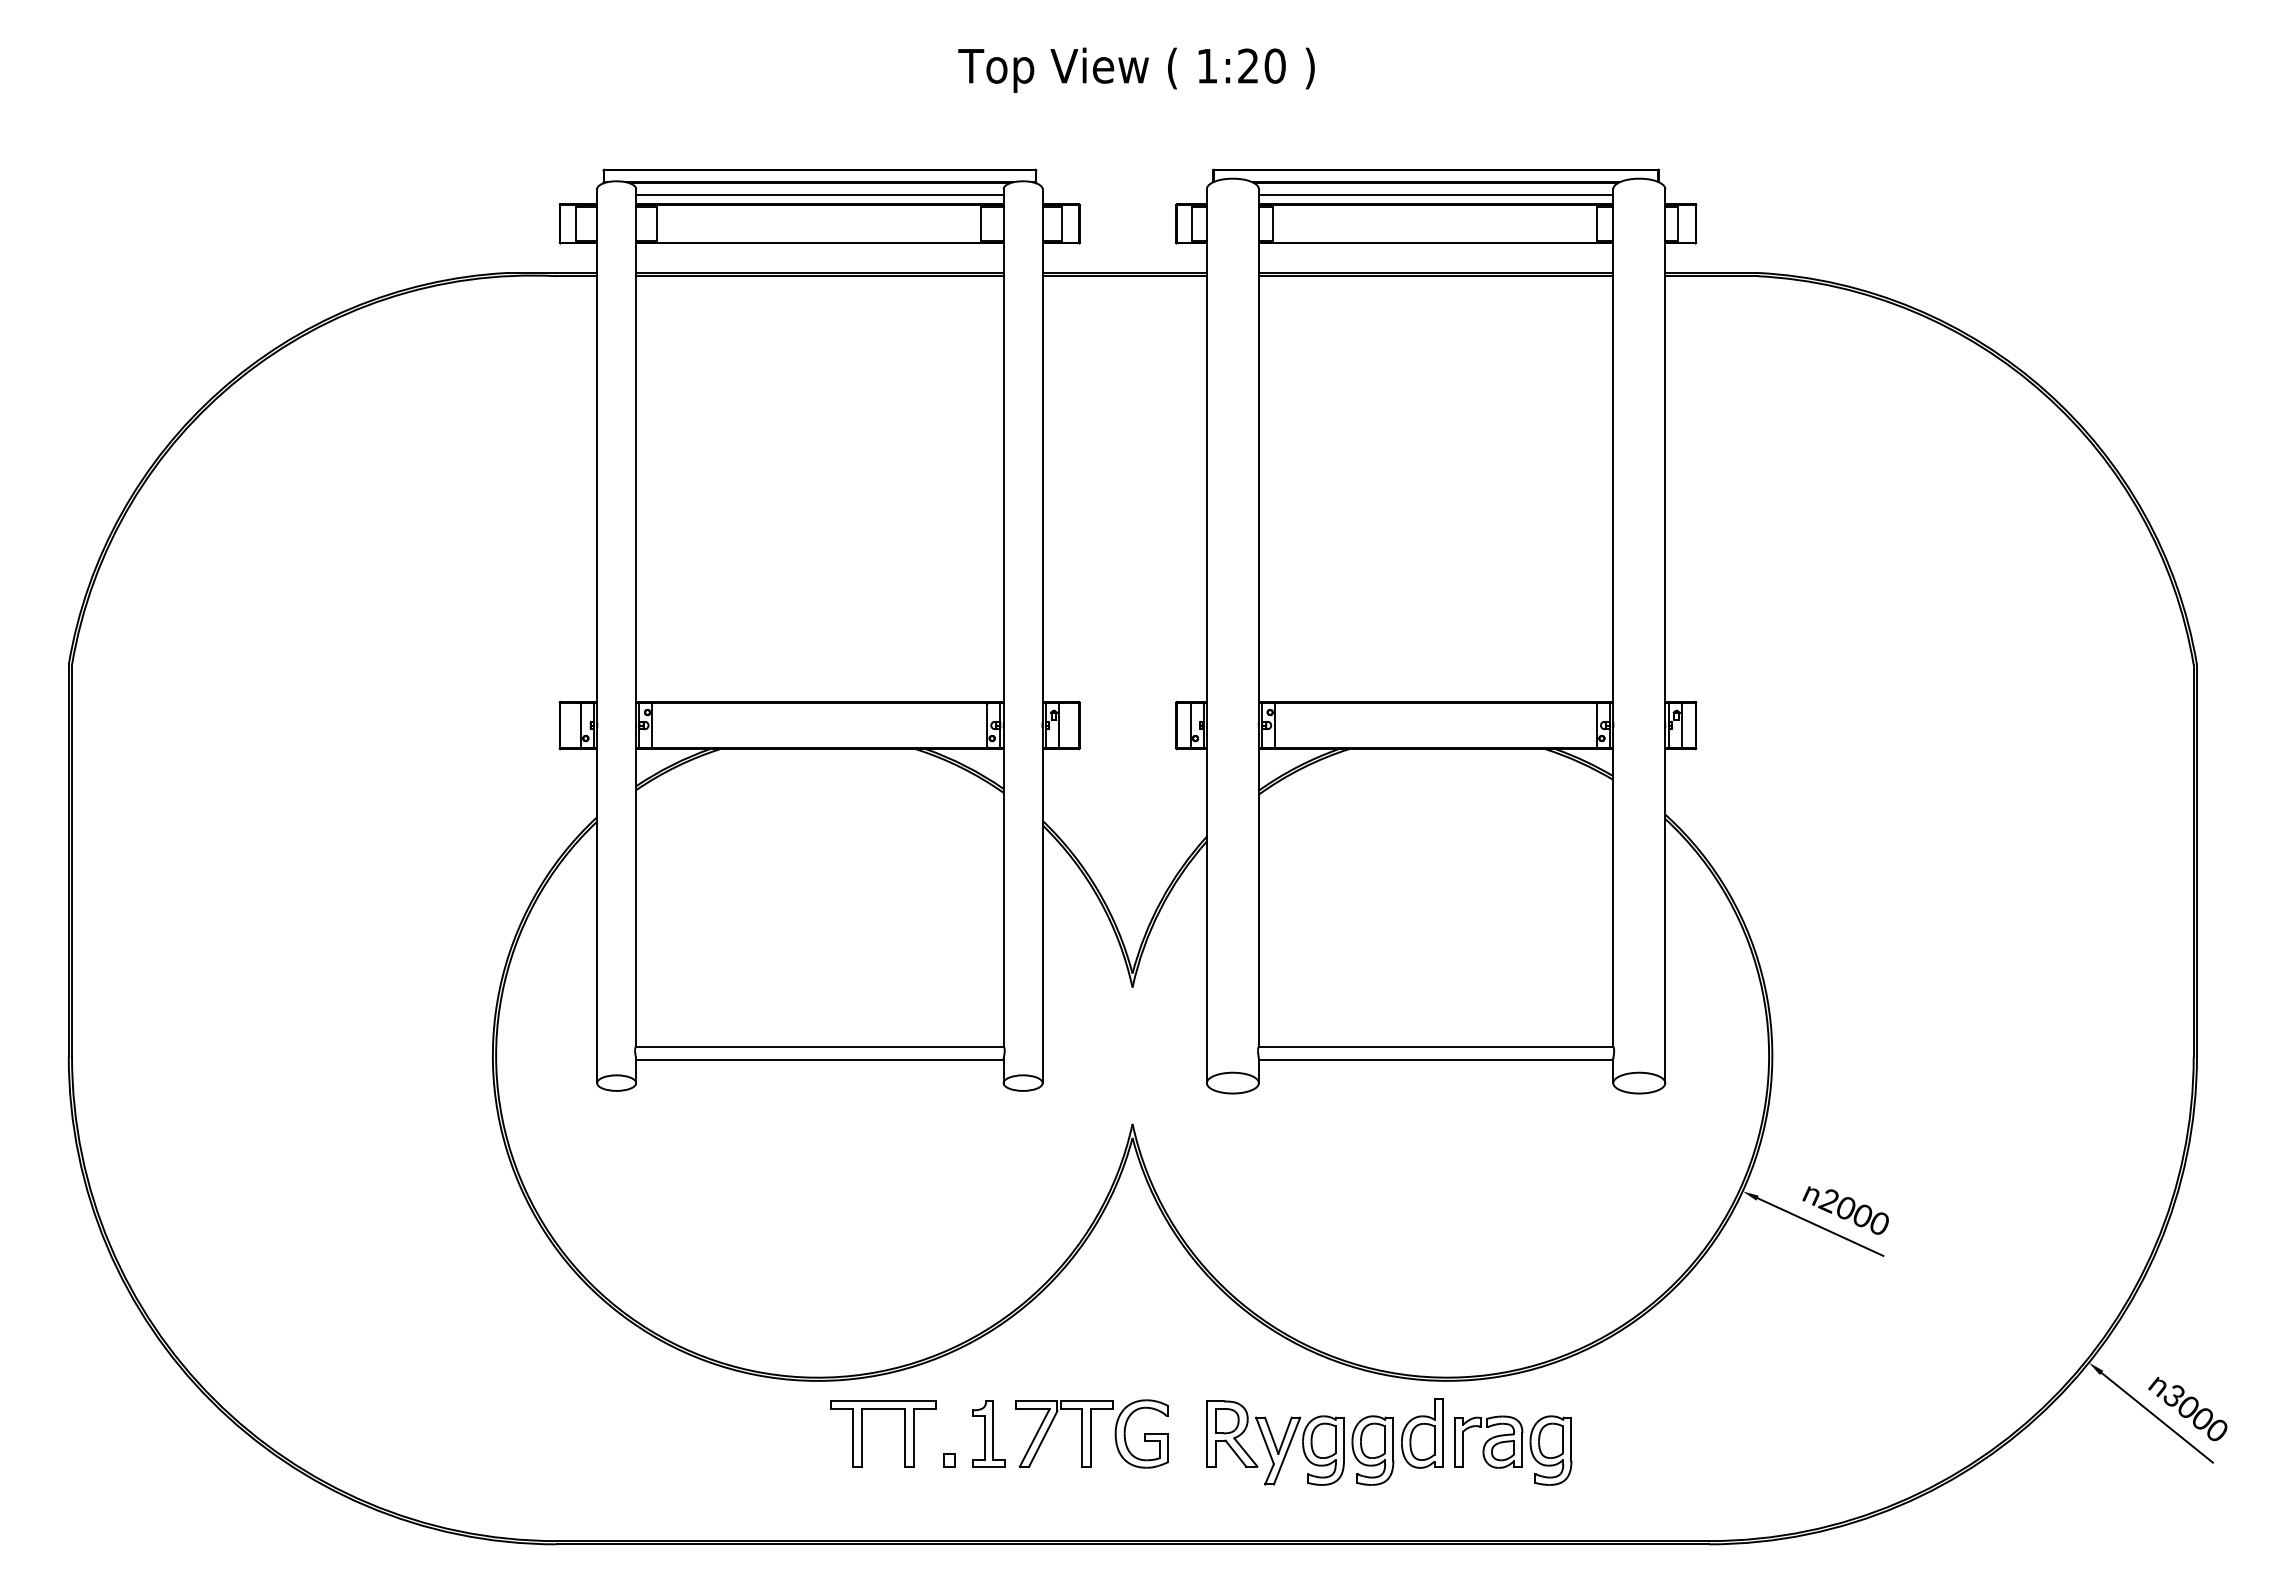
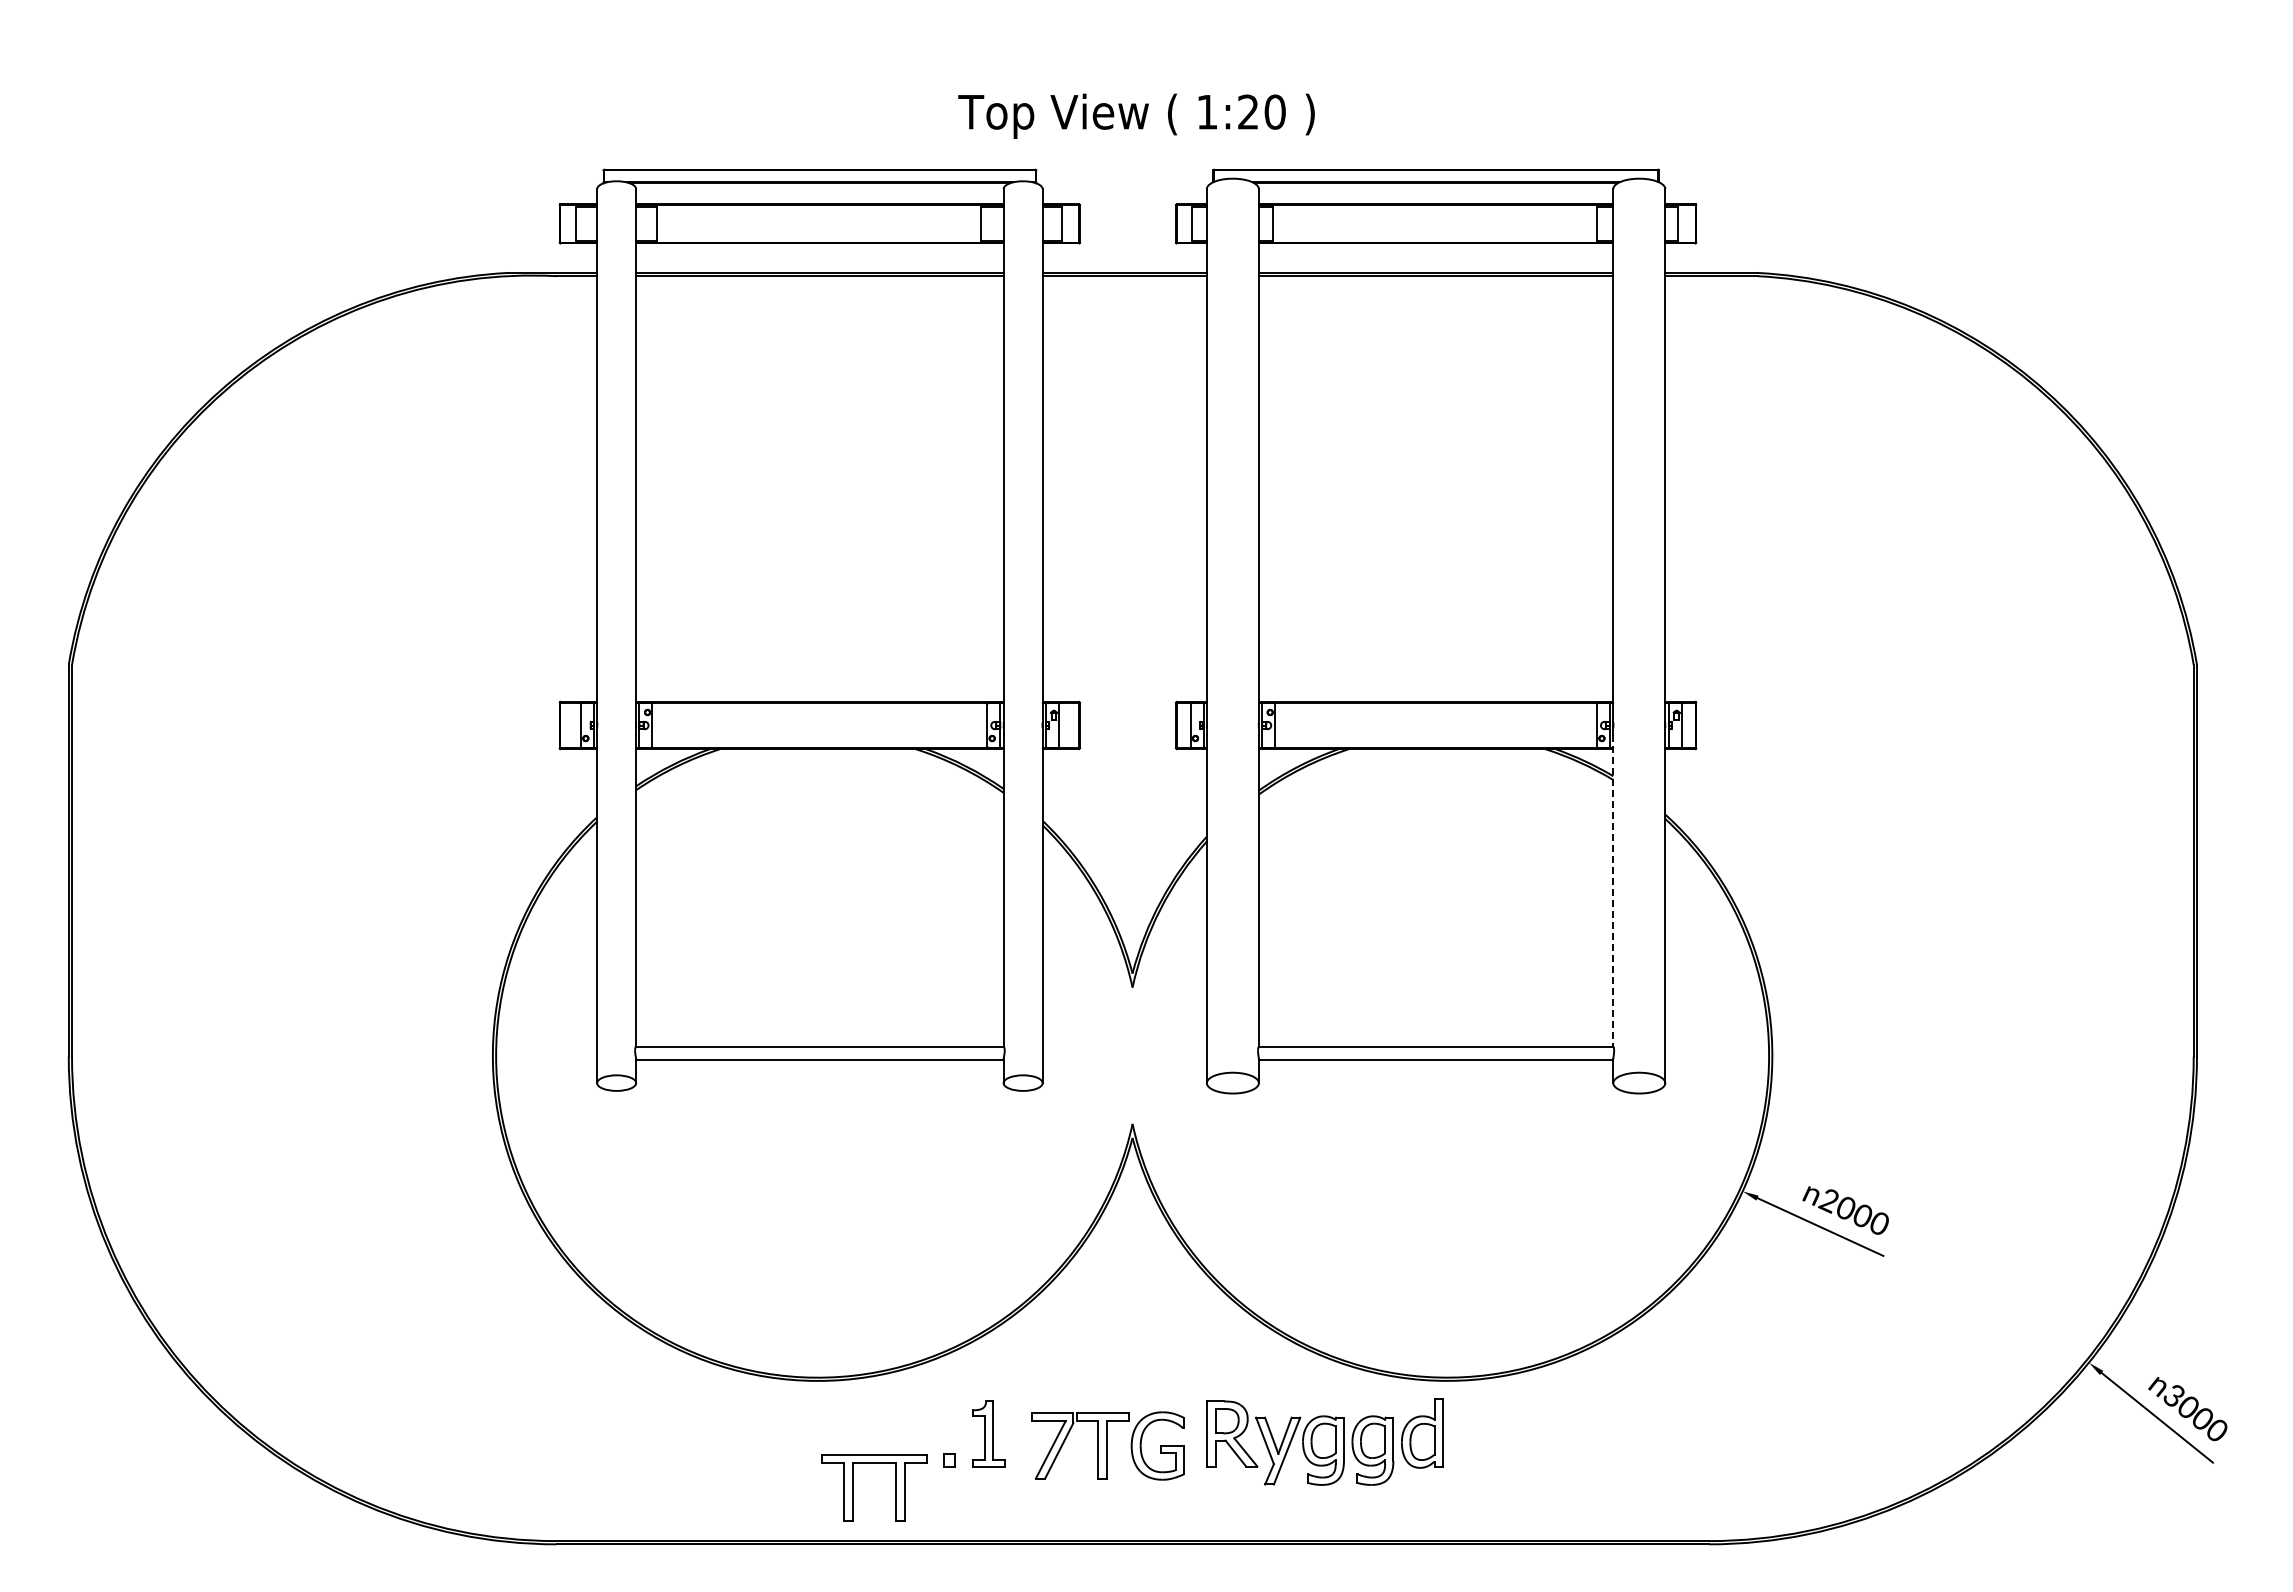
text at (1136, 69) position: (1136, 69) -> (1136, 115)
line at (819, 195): present -> none
line at (1435, 195): present -> none
line at (1613, 891): solid -> dashed
part at (862, 1433) position: (862, 1433) -> (853, 1487)
part at (1091, 1433) position: (1091, 1433) -> (1107, 1445)
part at (1513, 1450): present -> none
